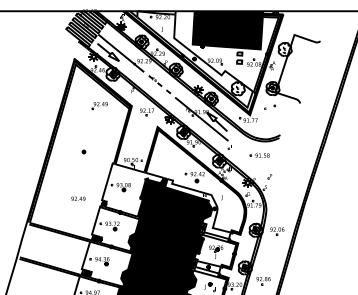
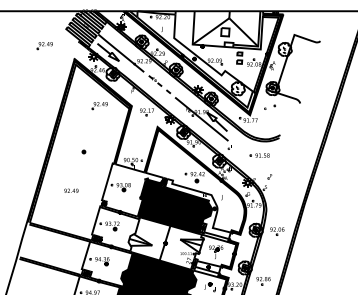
fill at (227, 30): present -> none
part at (44, 46): none -> present
text at (78, 198) position: (78, 198) -> (71, 190)
fill at (166, 243): present -> none
